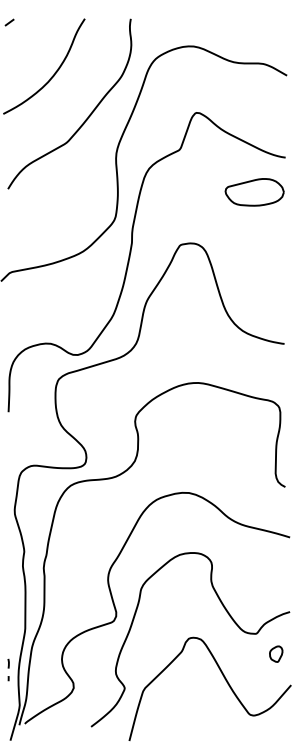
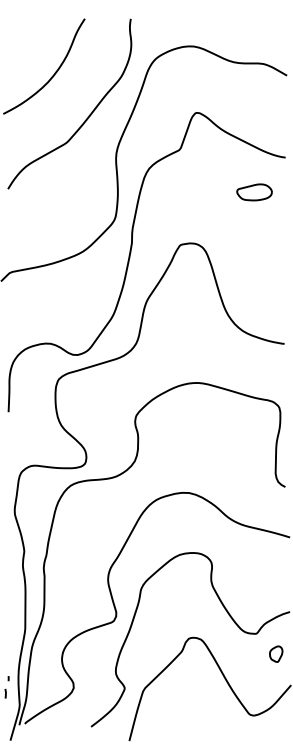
line at (9, 22): present -> none
part at (254, 192) size: 61x29 px -> 37x19 px
line at (8, 663) position: (8, 663) -> (5, 693)
